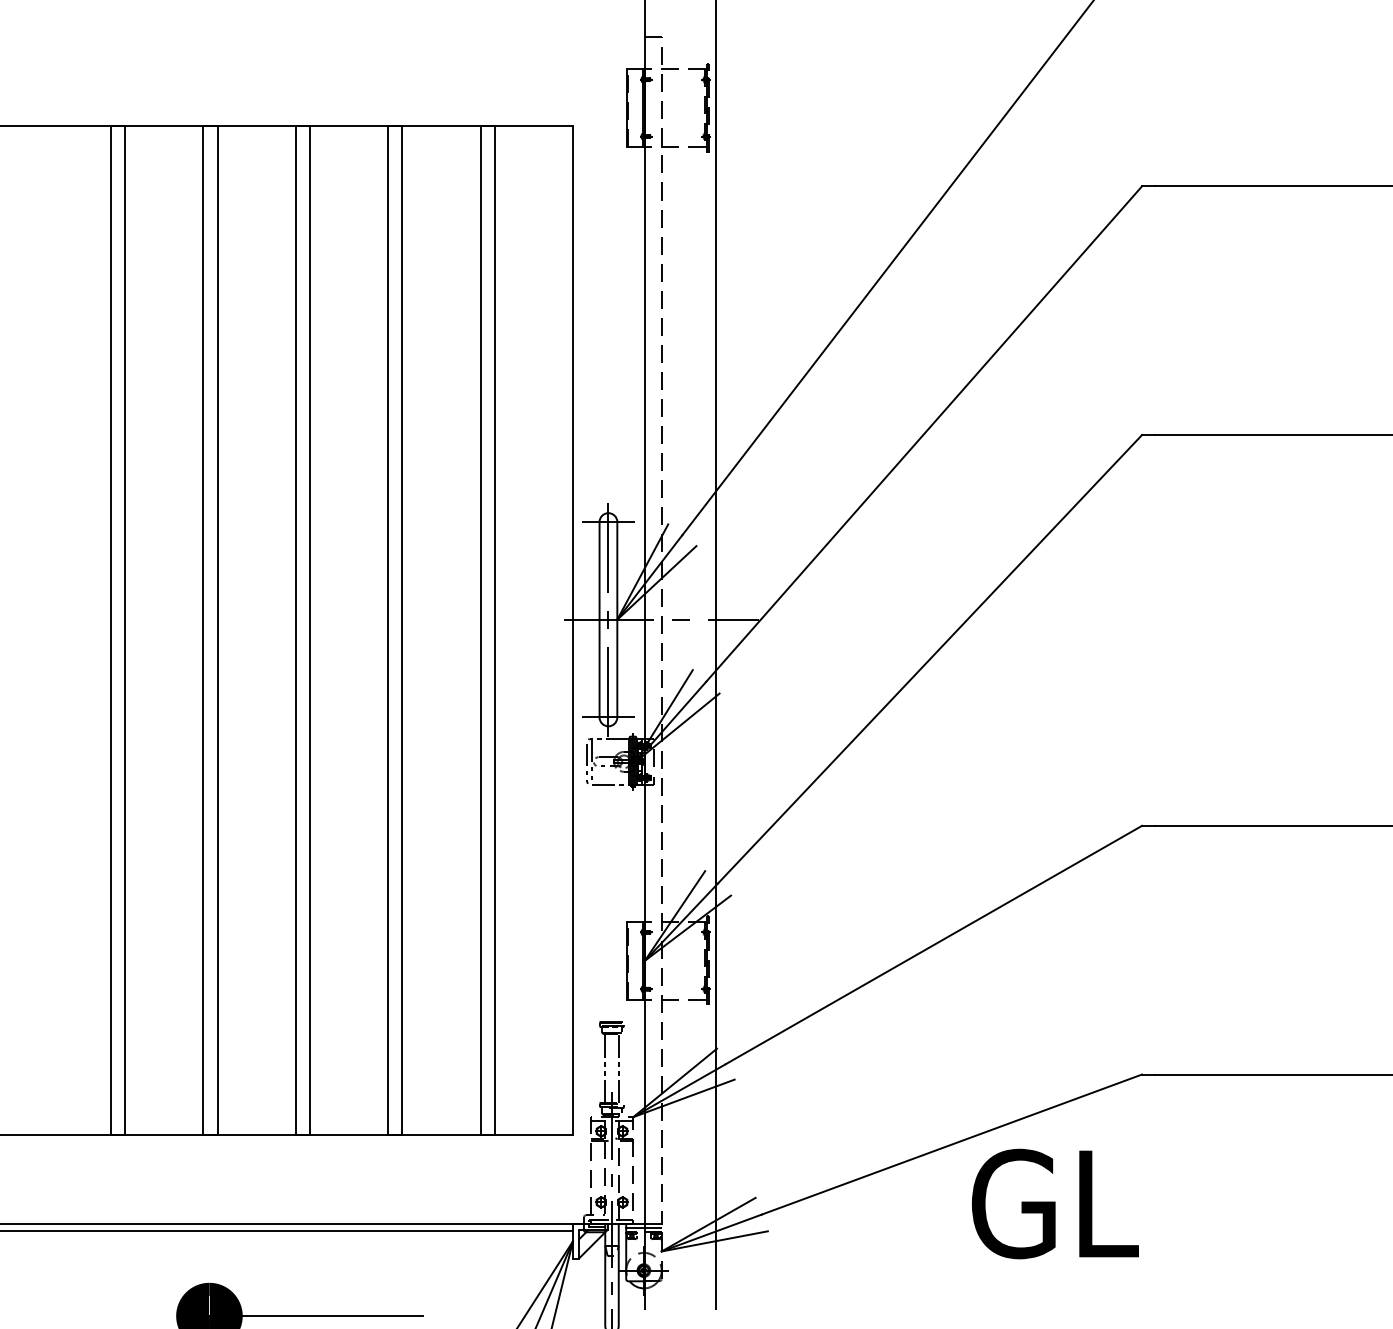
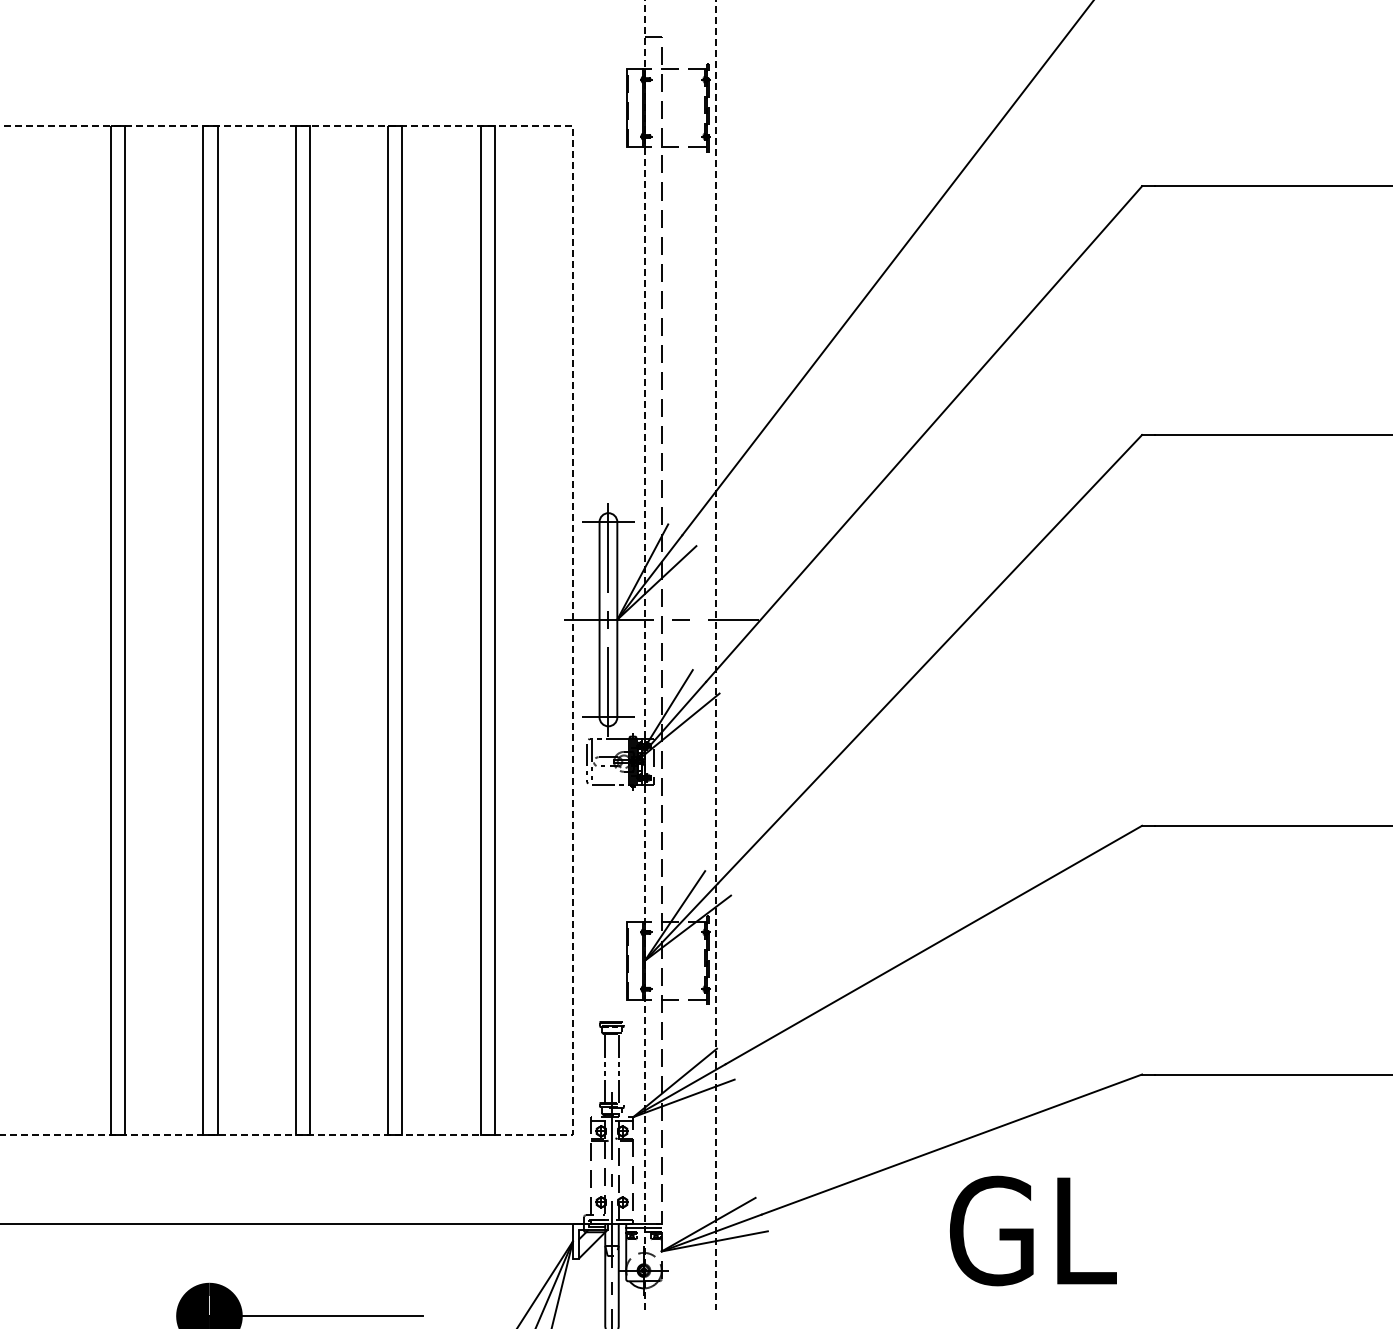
line at (715, 0): solid -> dashed
line at (572, 630): solid -> dashed
text at (1055, 1203) position: (1055, 1203) -> (1033, 1230)
line at (287, 1230): present -> none
